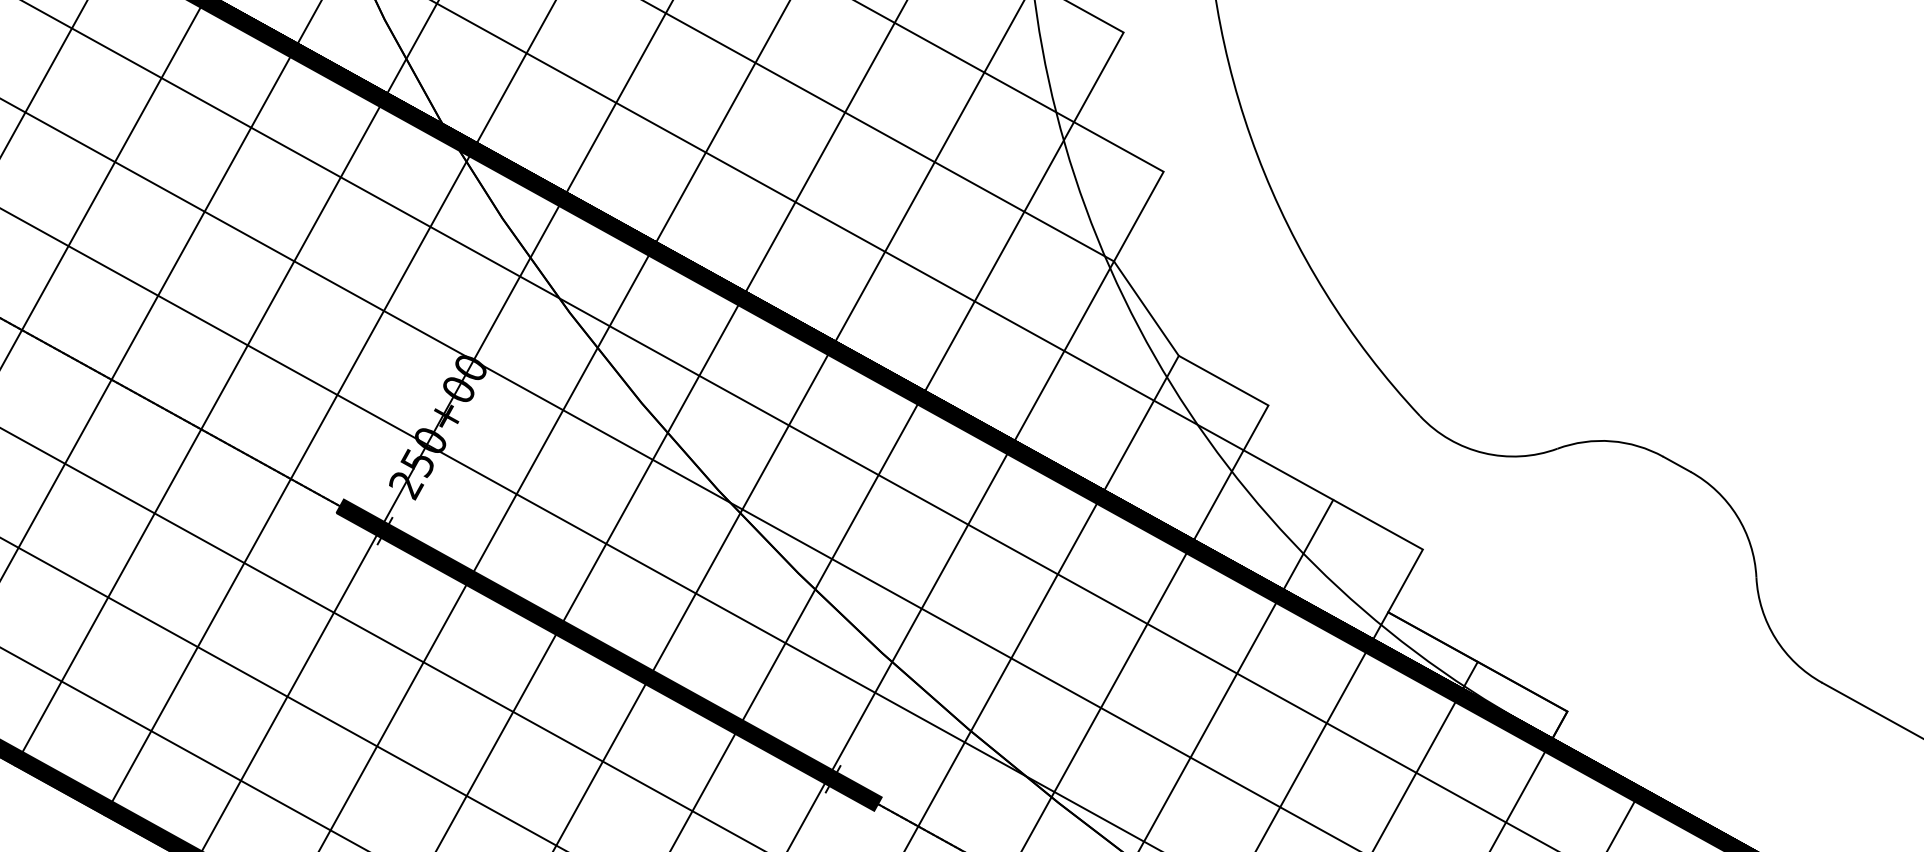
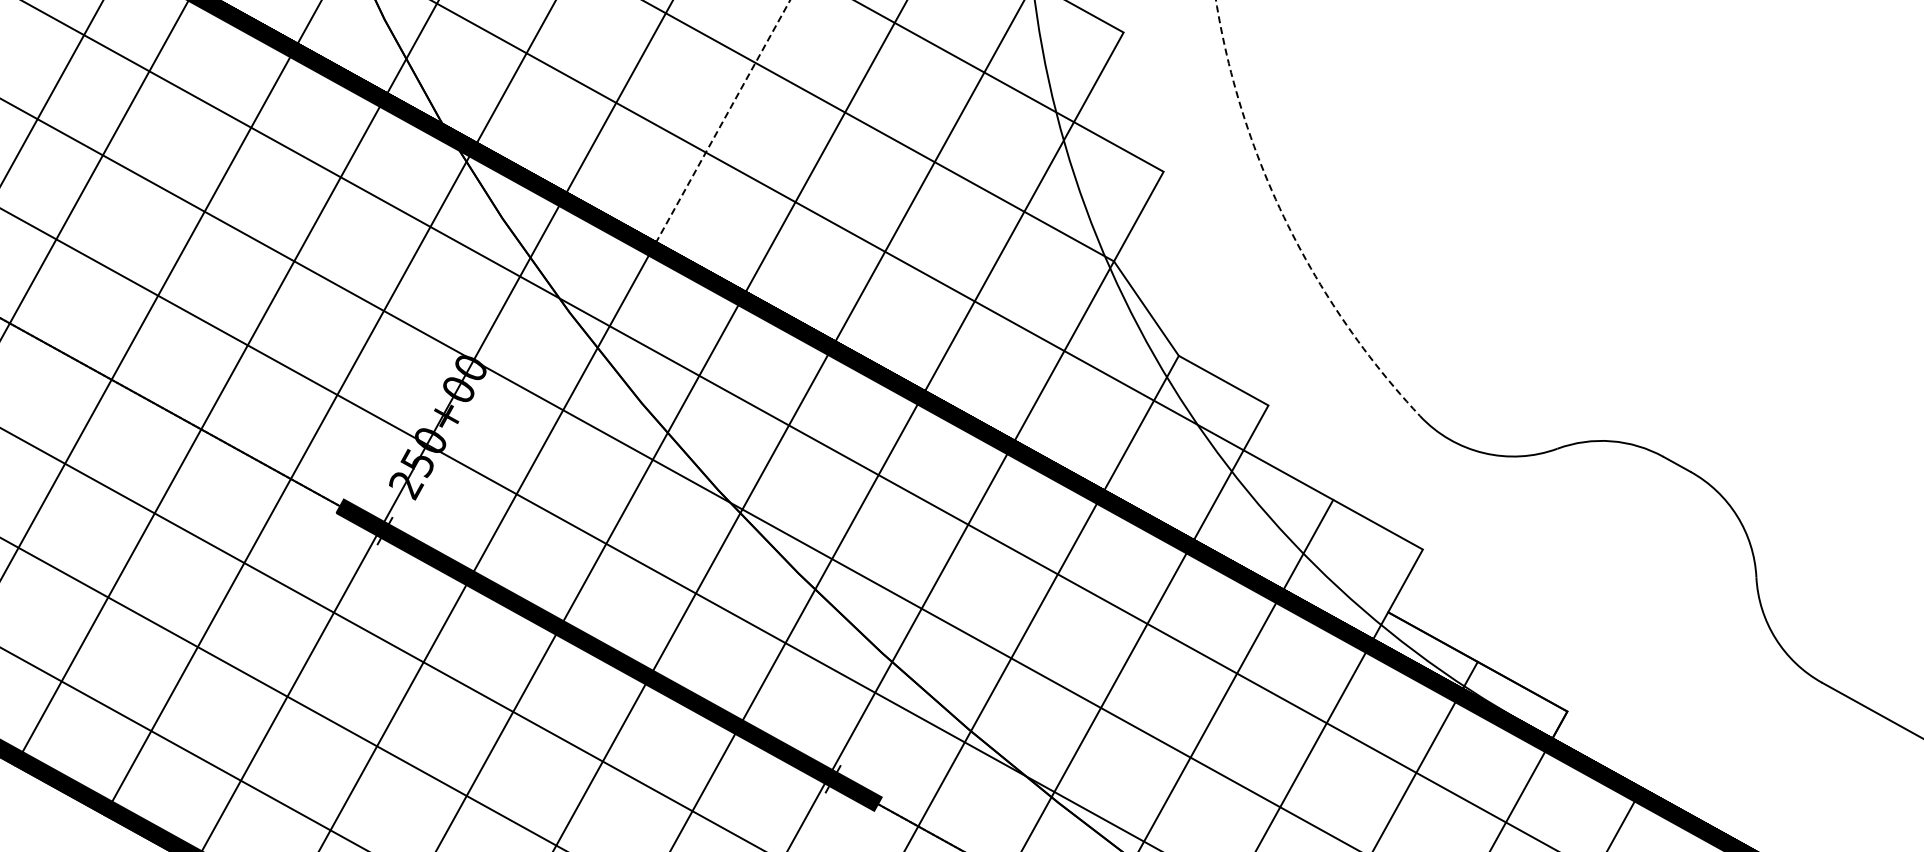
line at (44, 78) position: (44, 78) -> (52, 92)
line at (723, 121): solid -> dashed
line at (102, 184) position: (102, 184) -> (94, 169)
arc at (1286, 222): solid -> dashed
